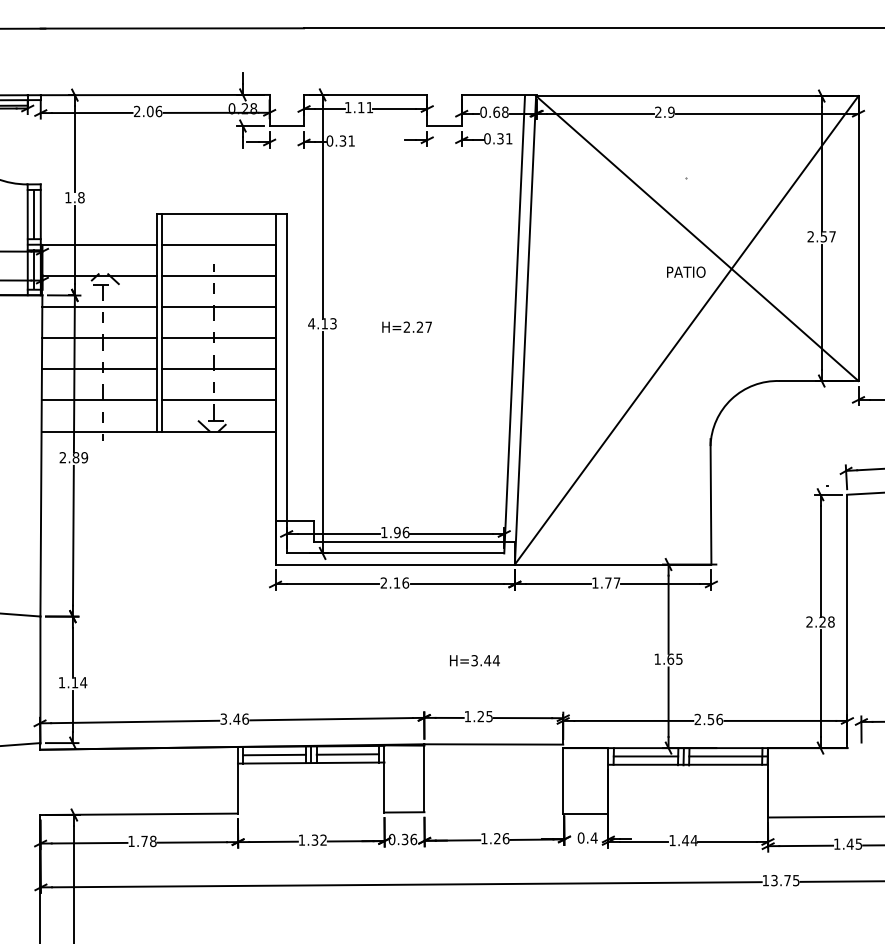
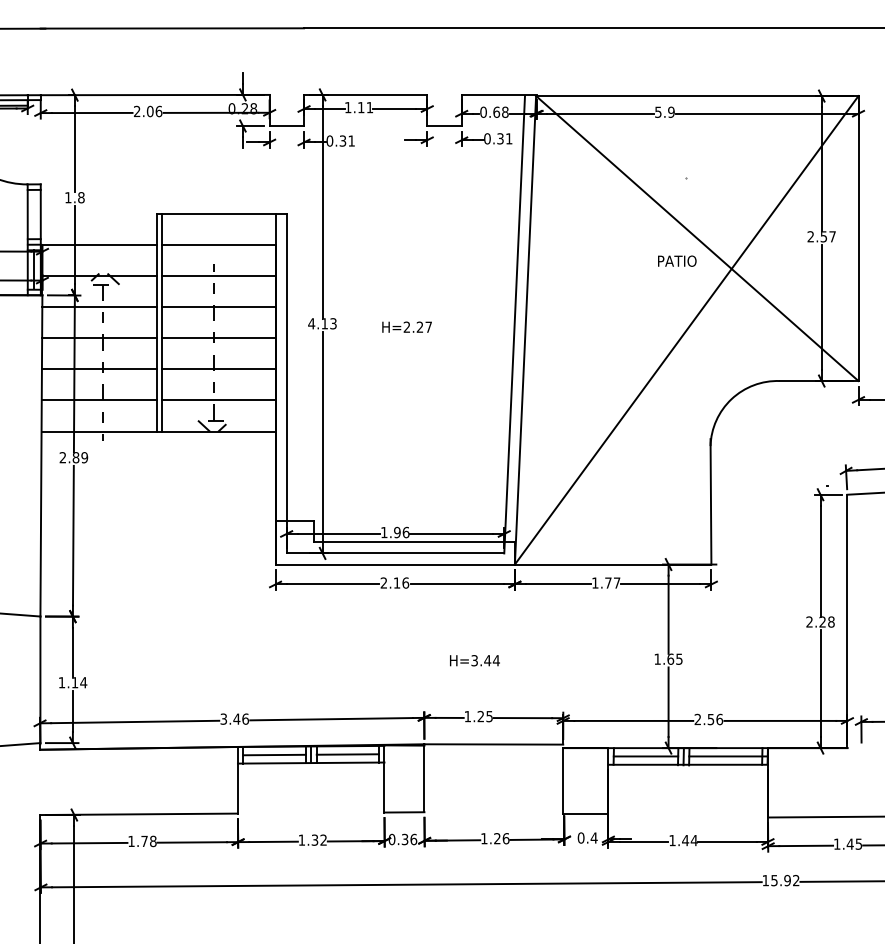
text at (658, 111): 2.9 -> 5.9
line at (34, 214): present -> none
text at (686, 271) position: (686, 271) -> (677, 260)
text at (785, 880): 13.75 -> 15.92
